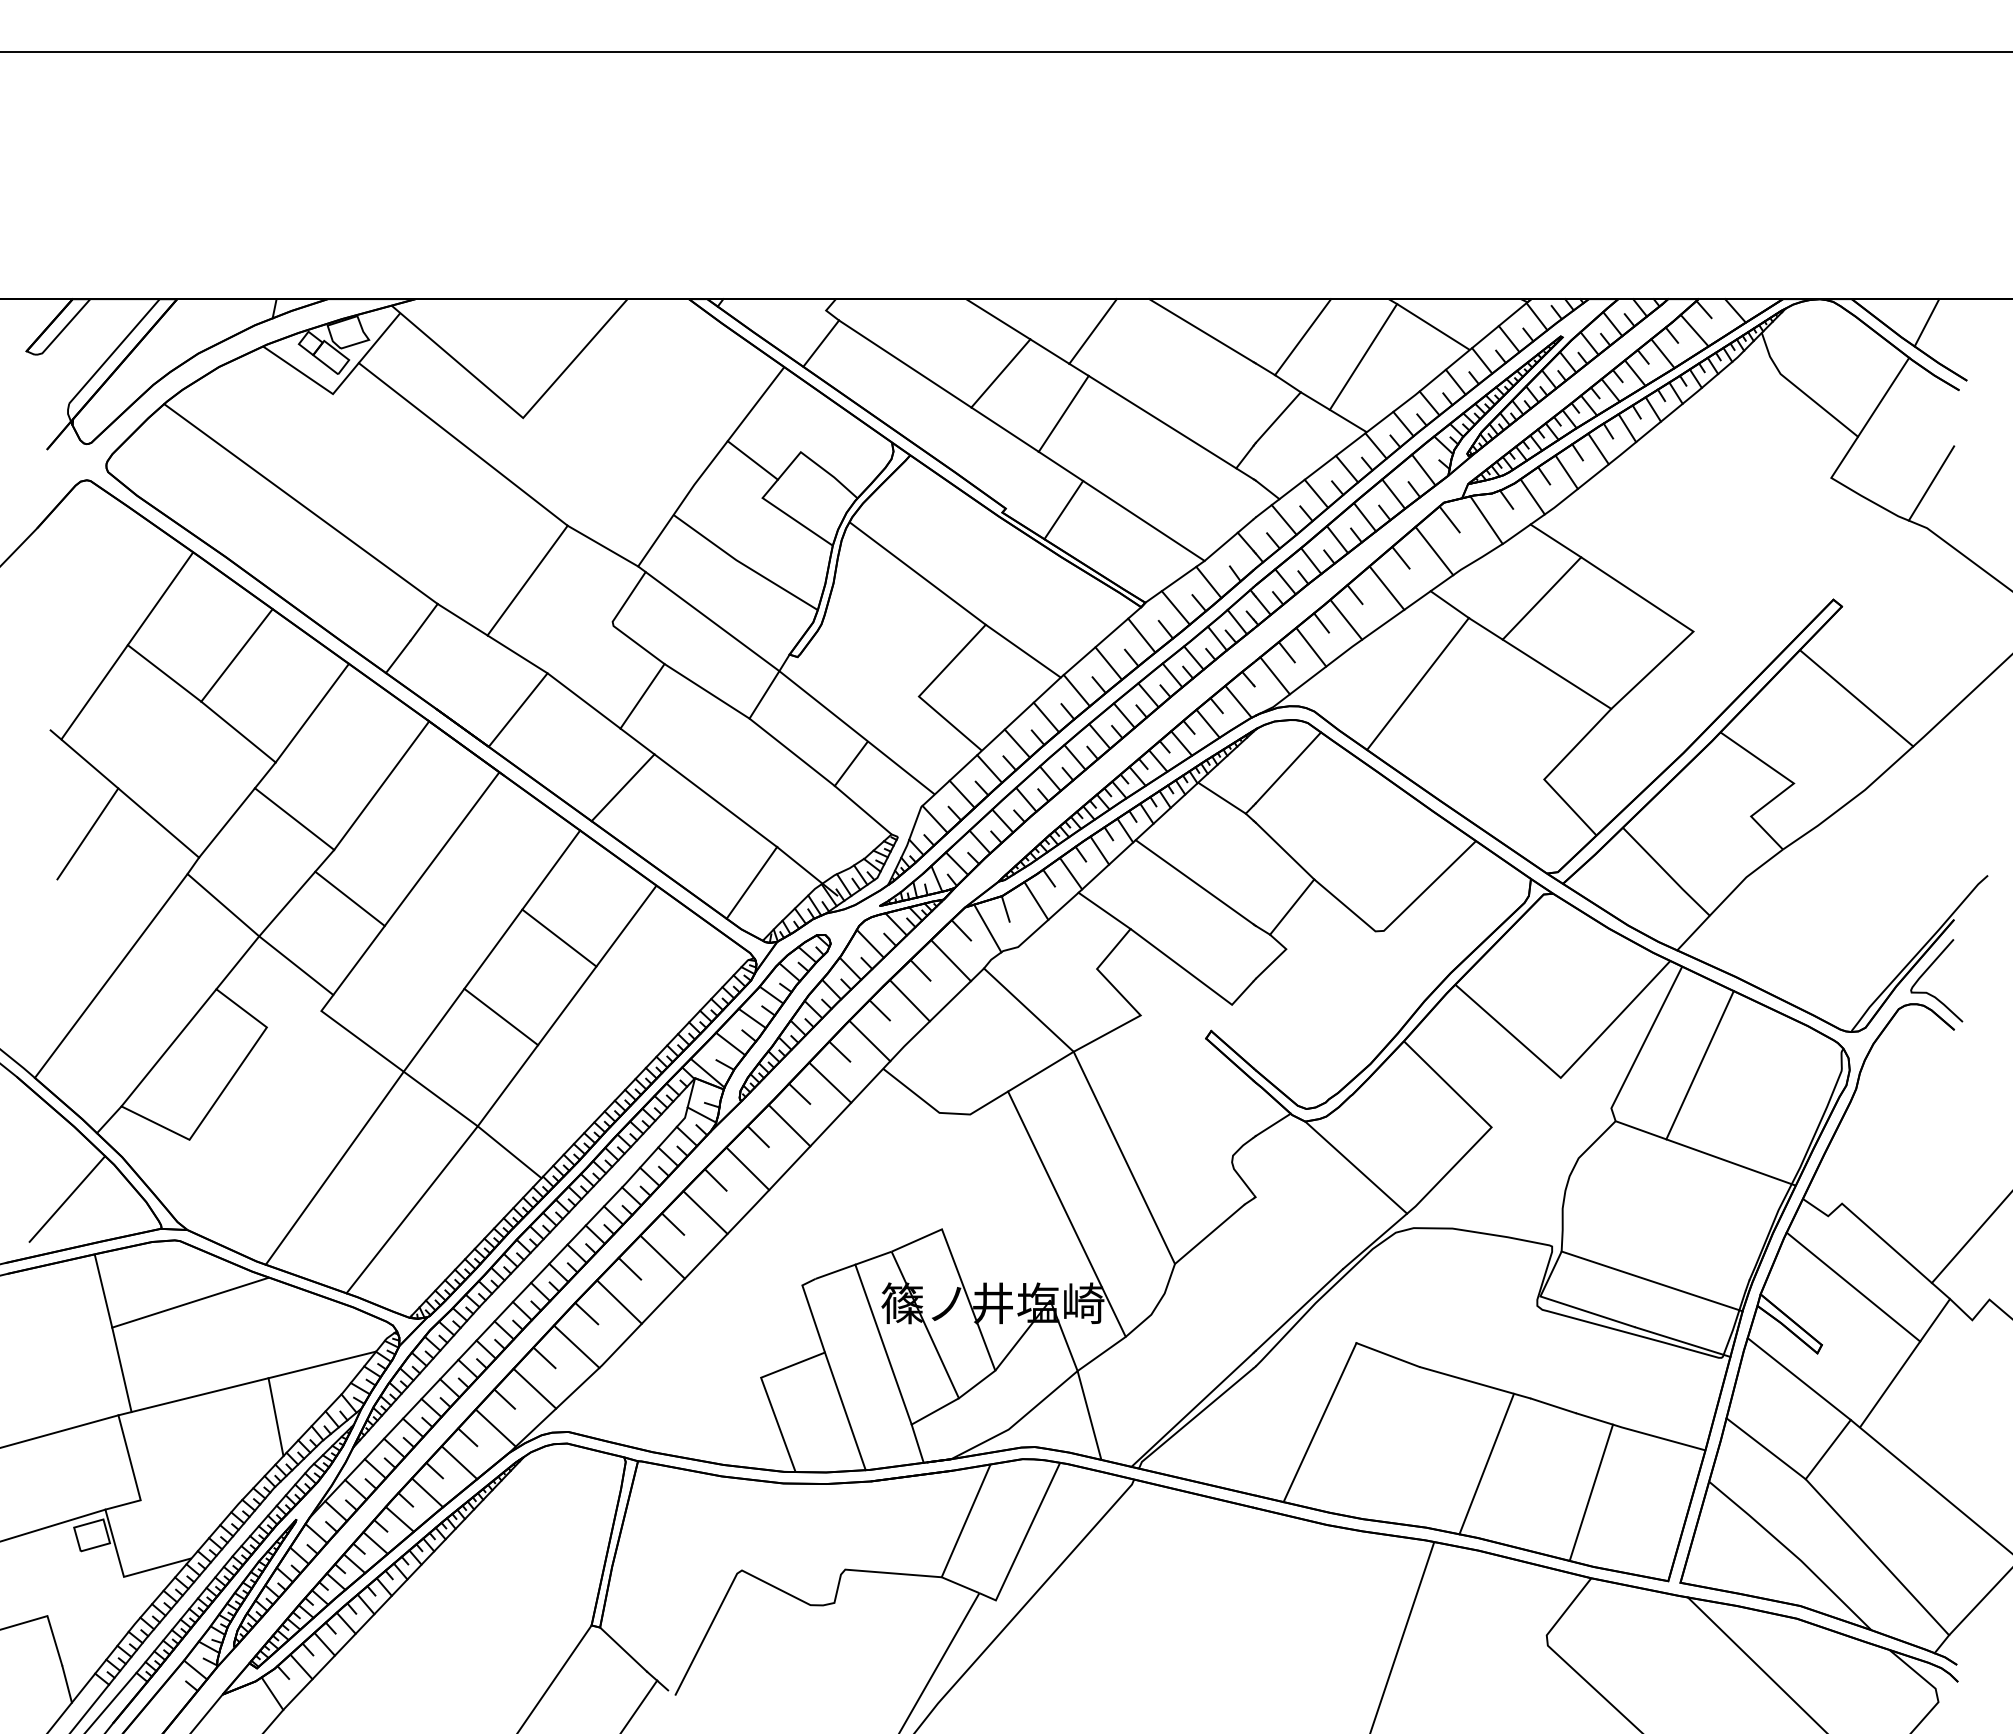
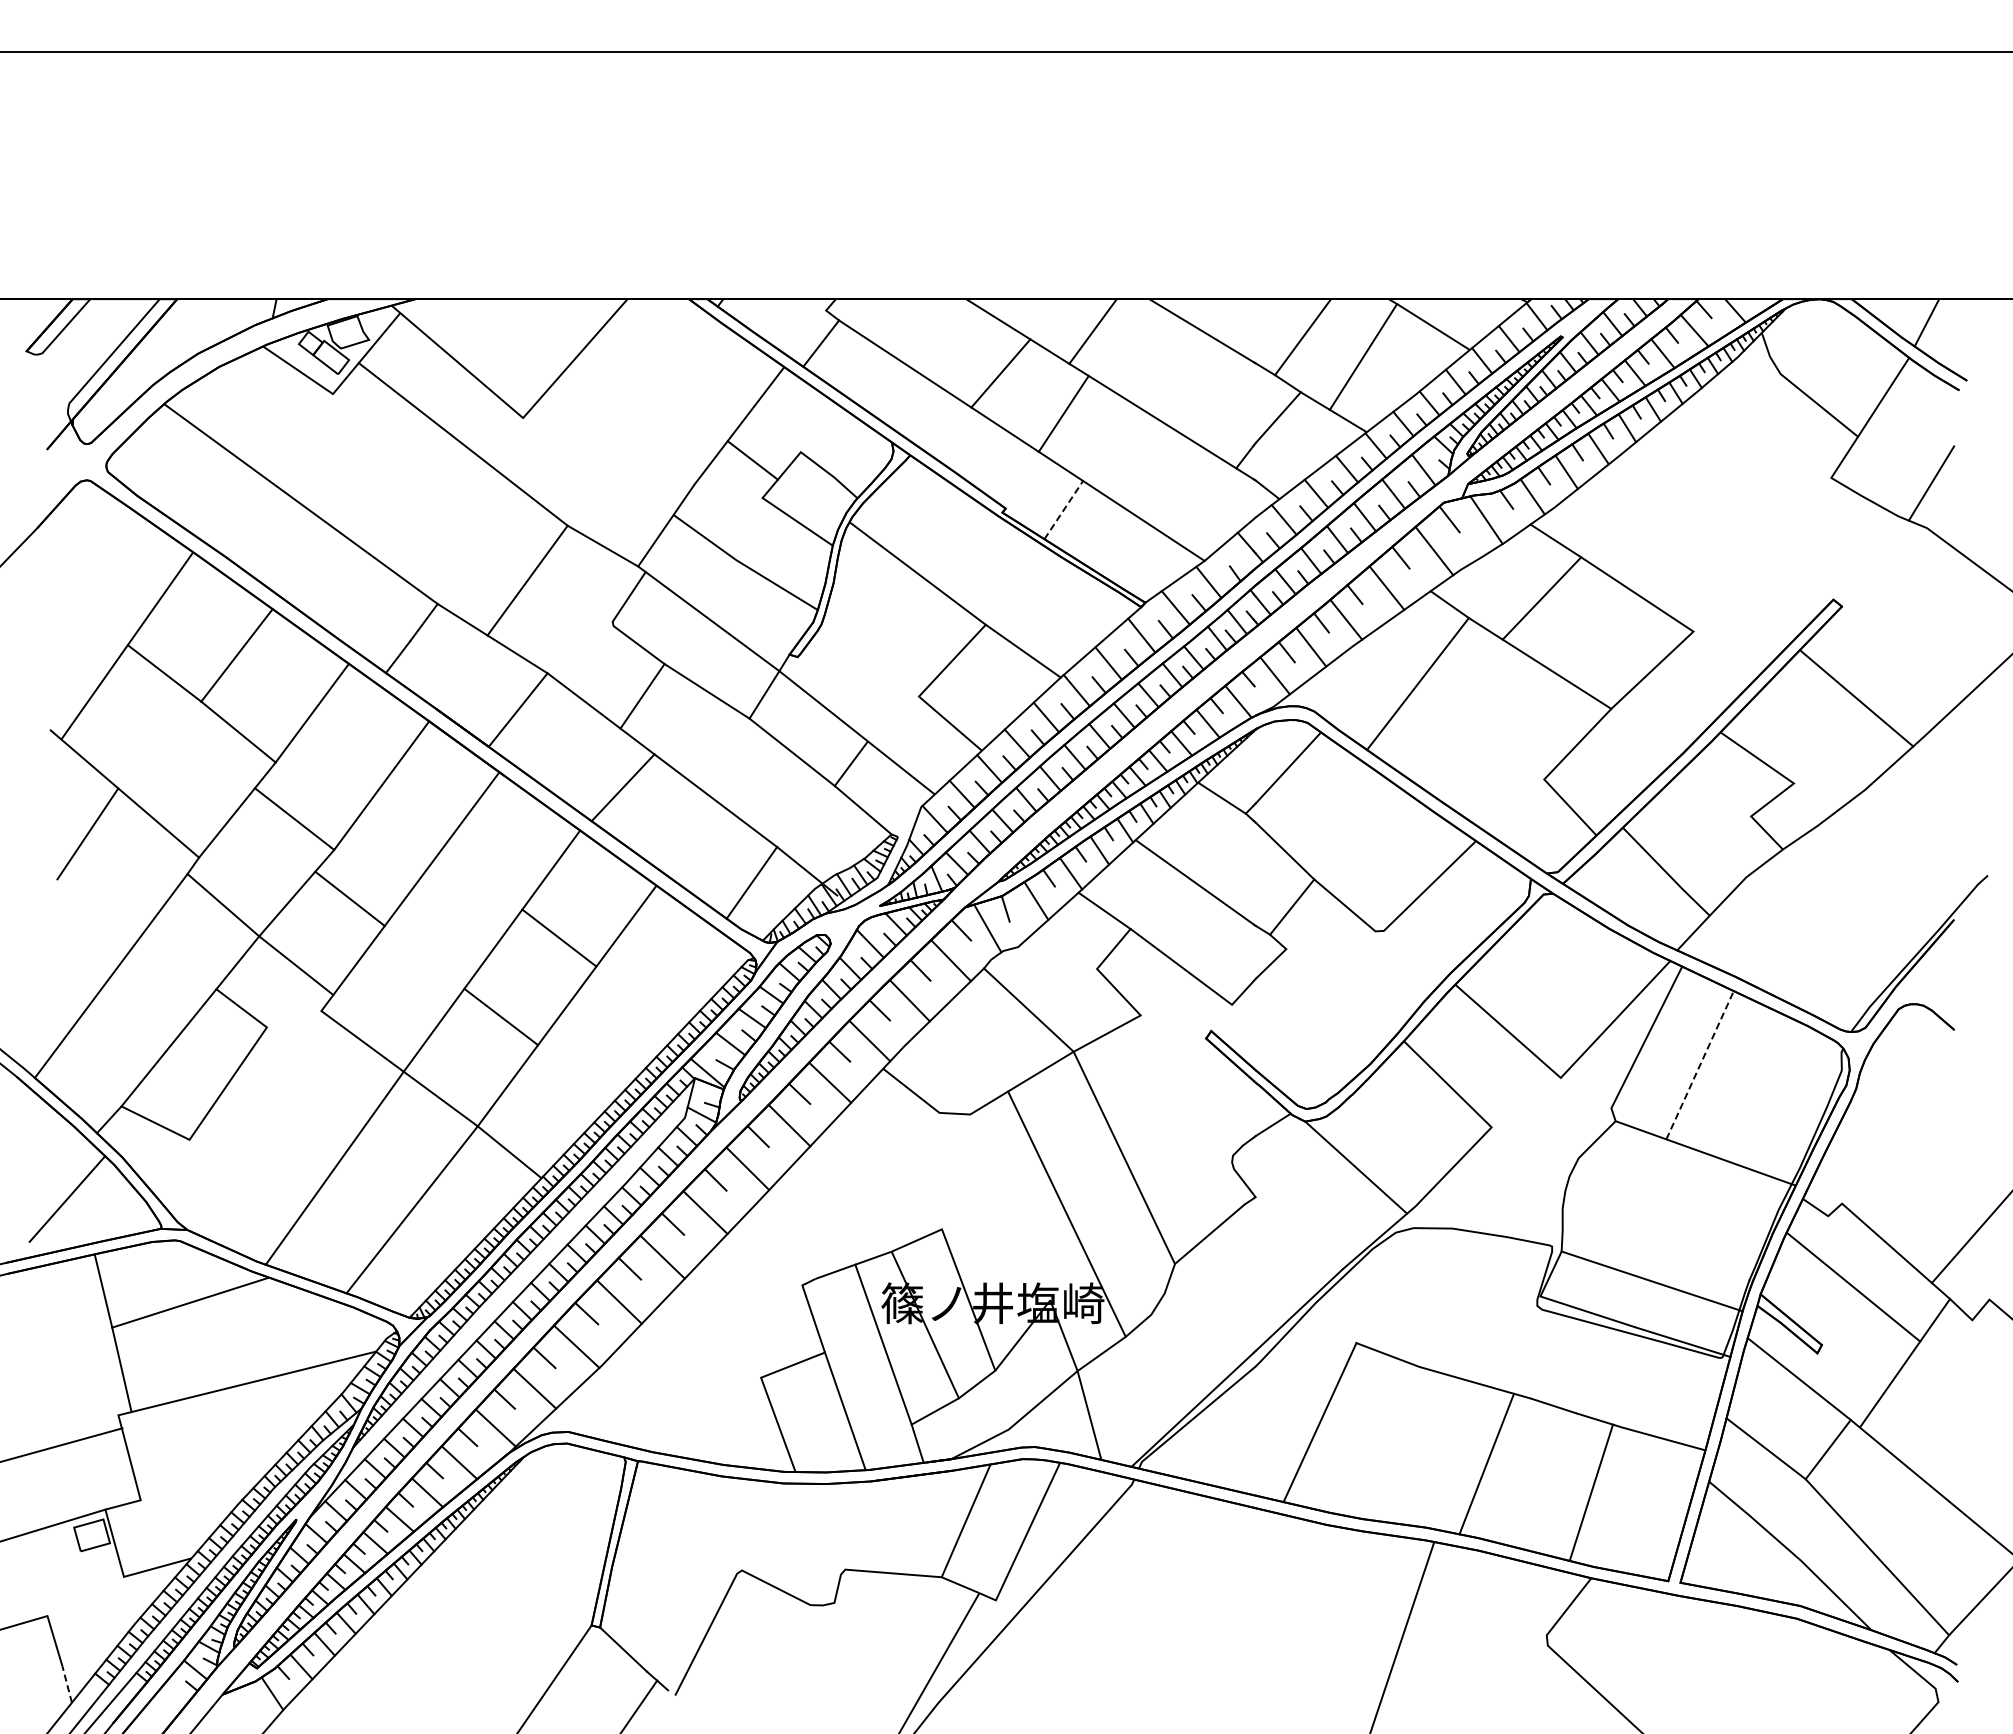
line at (1063, 510): solid -> dashed
curve at (1924, 974): present -> none
line at (1700, 1064): solid -> dashed
line at (275, 1417): present -> none
line at (60, 1431) position: (60, 1431) -> (62, 1444)
line at (1755, 1663): present -> none
line at (67, 1684): solid -> dashed
